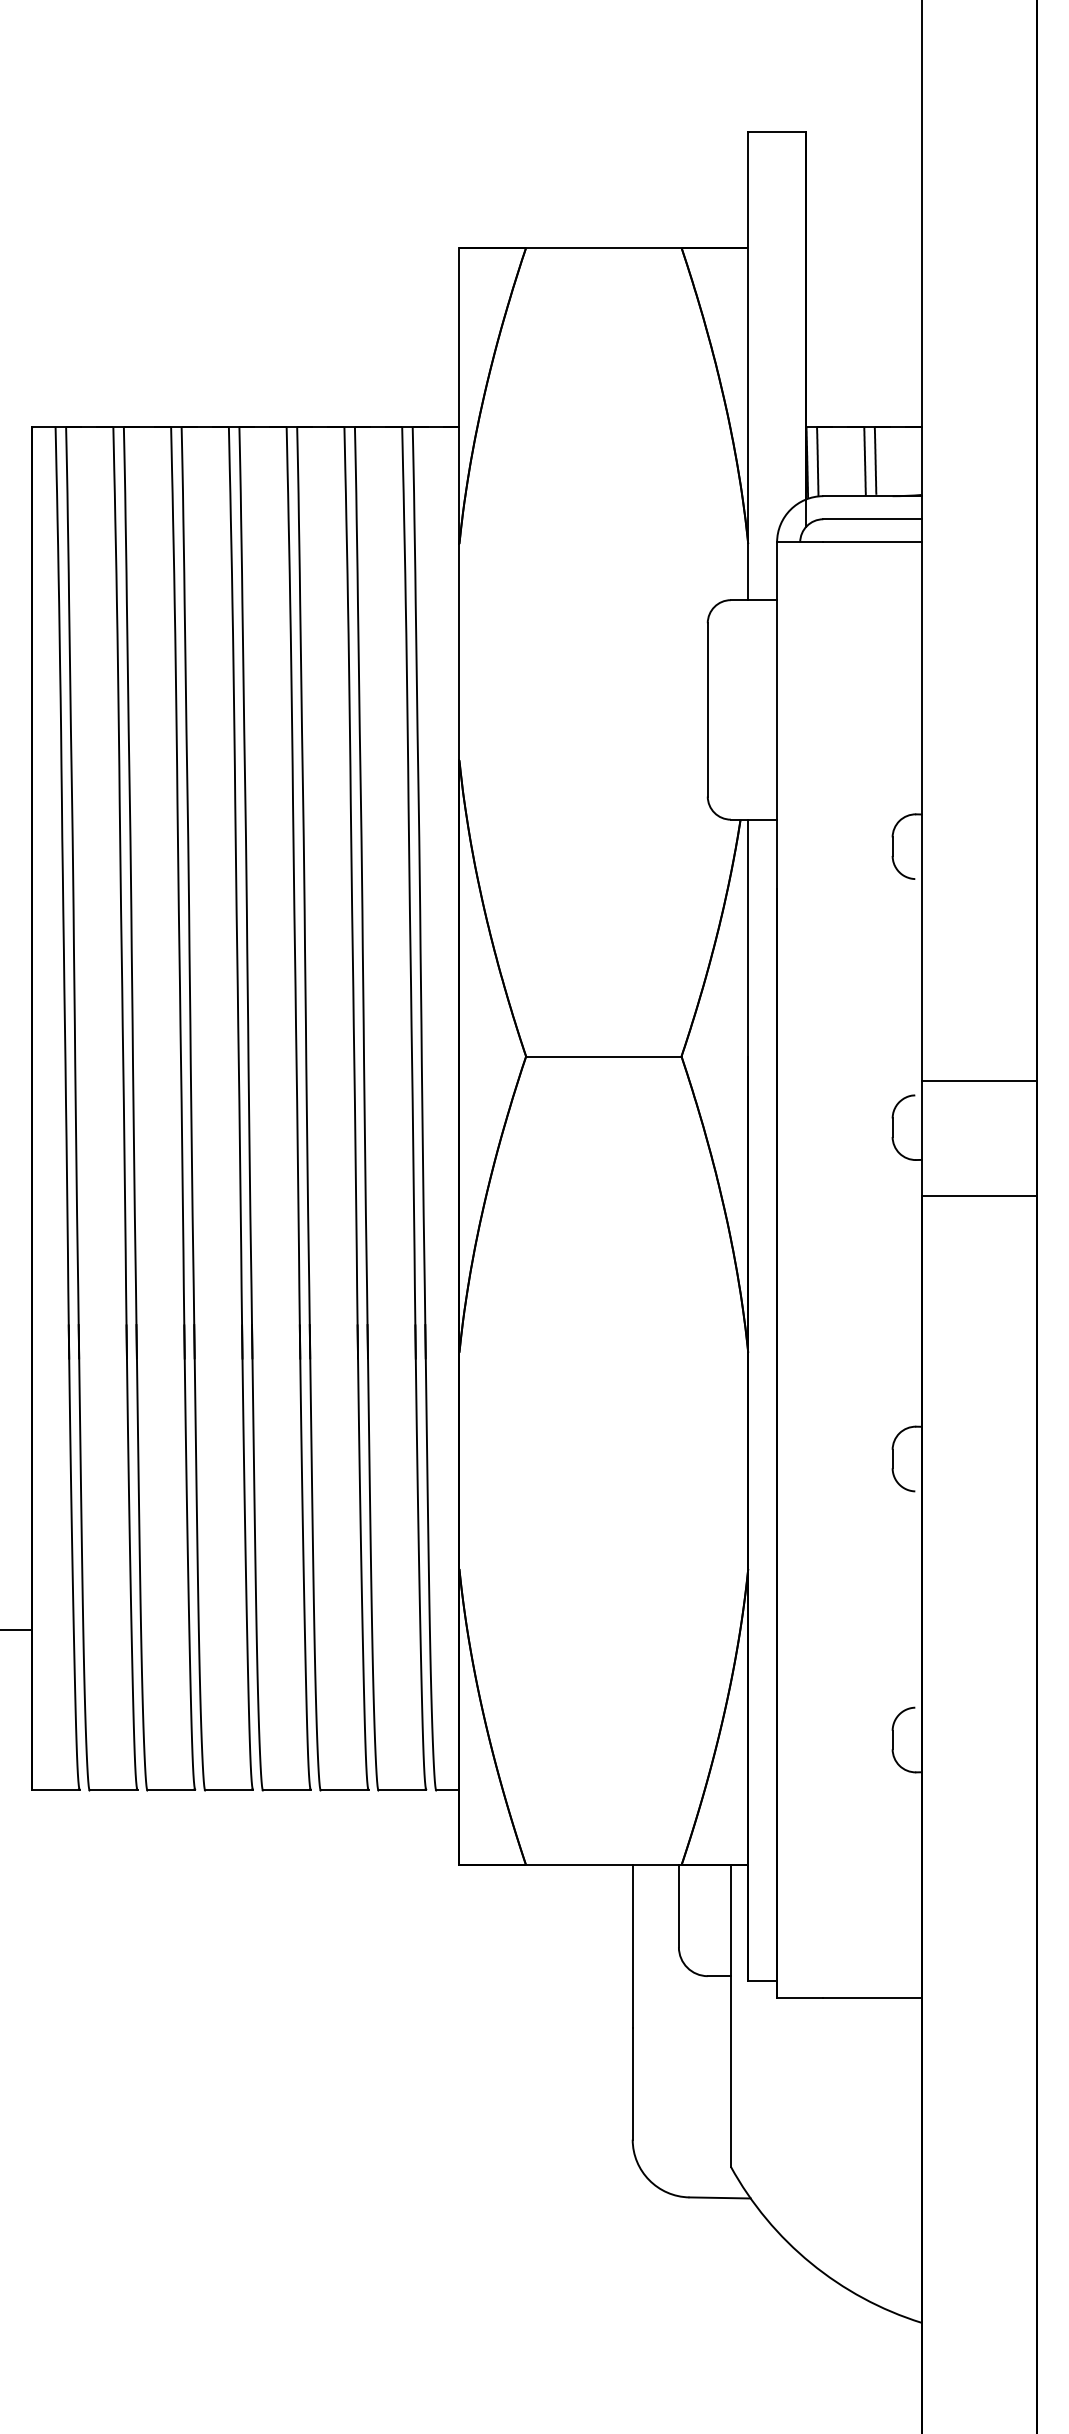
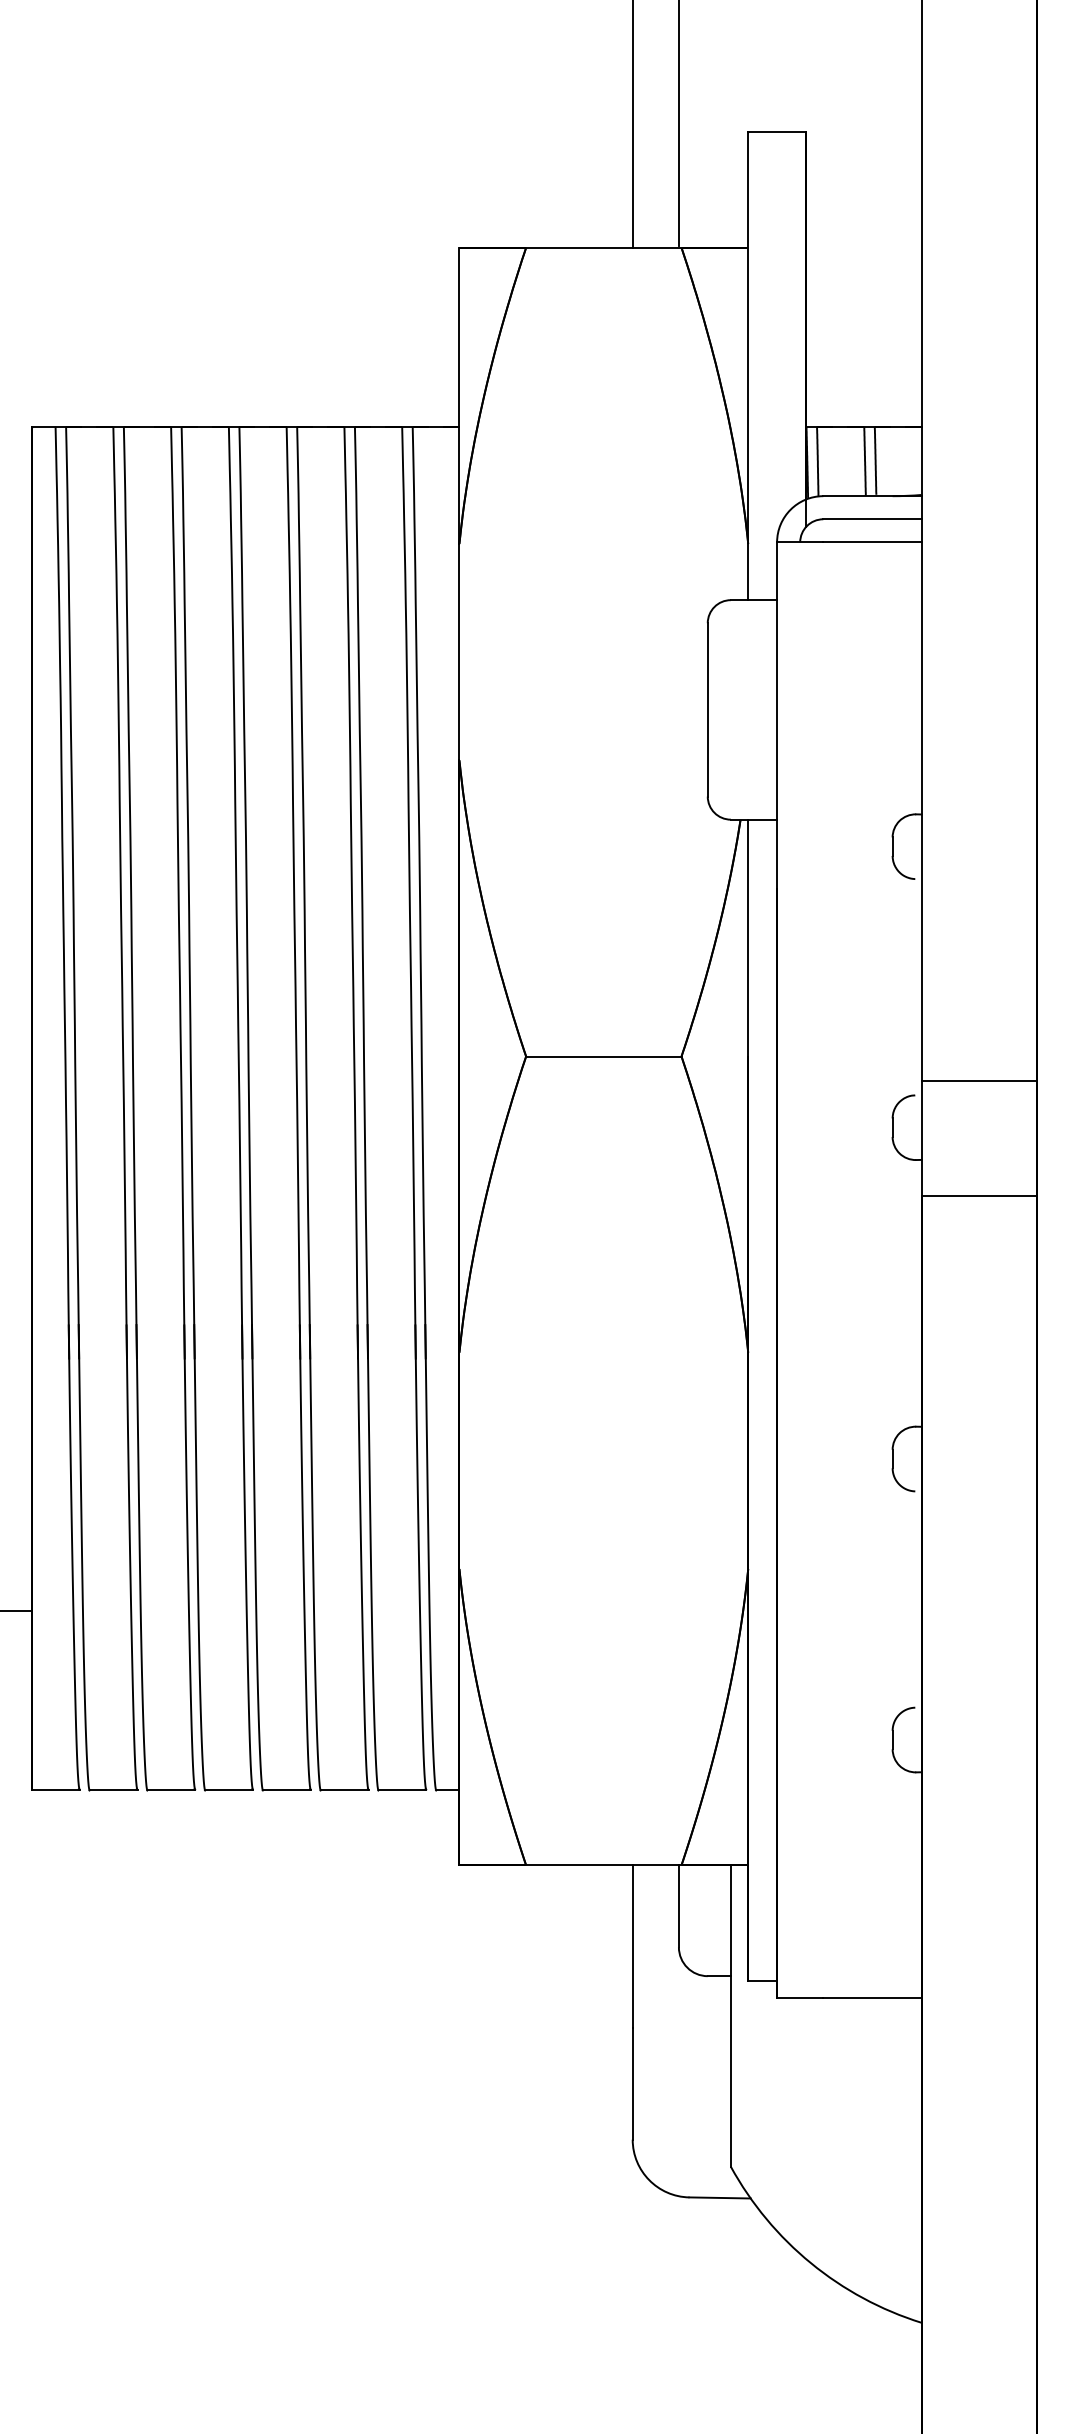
line at (678, 123): none -> present
line at (632, 124): none -> present
line at (16, 1630) position: (16, 1630) -> (16, 1611)
